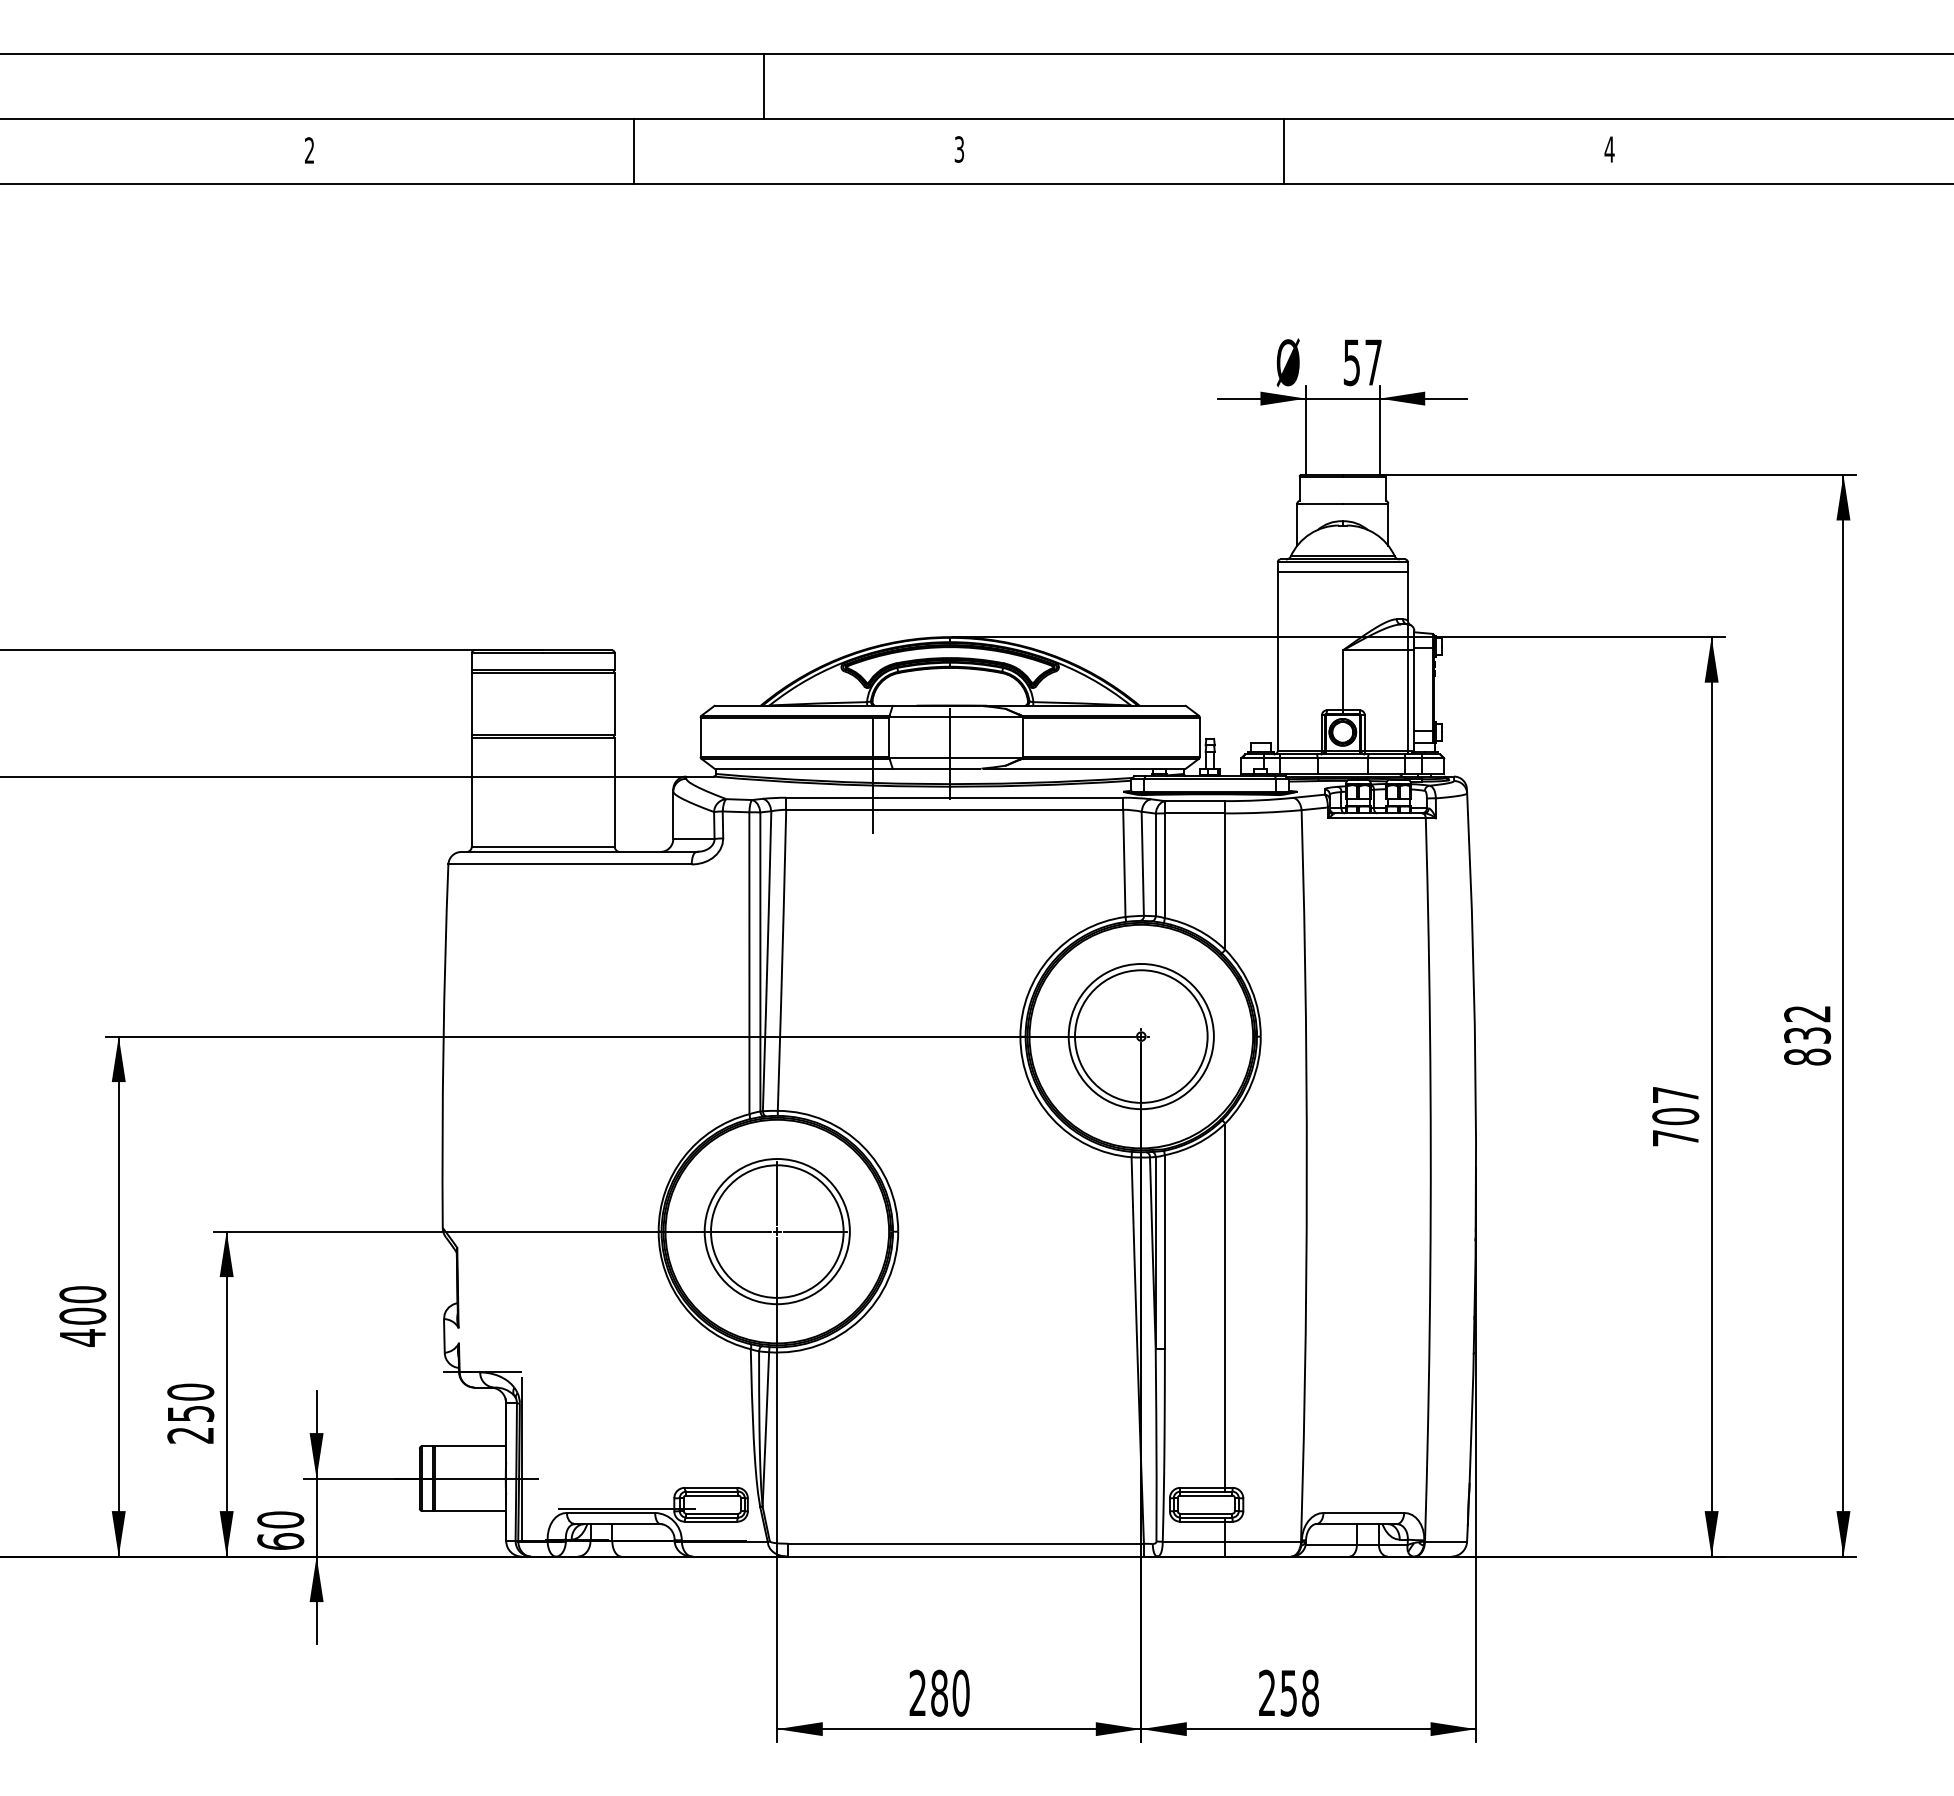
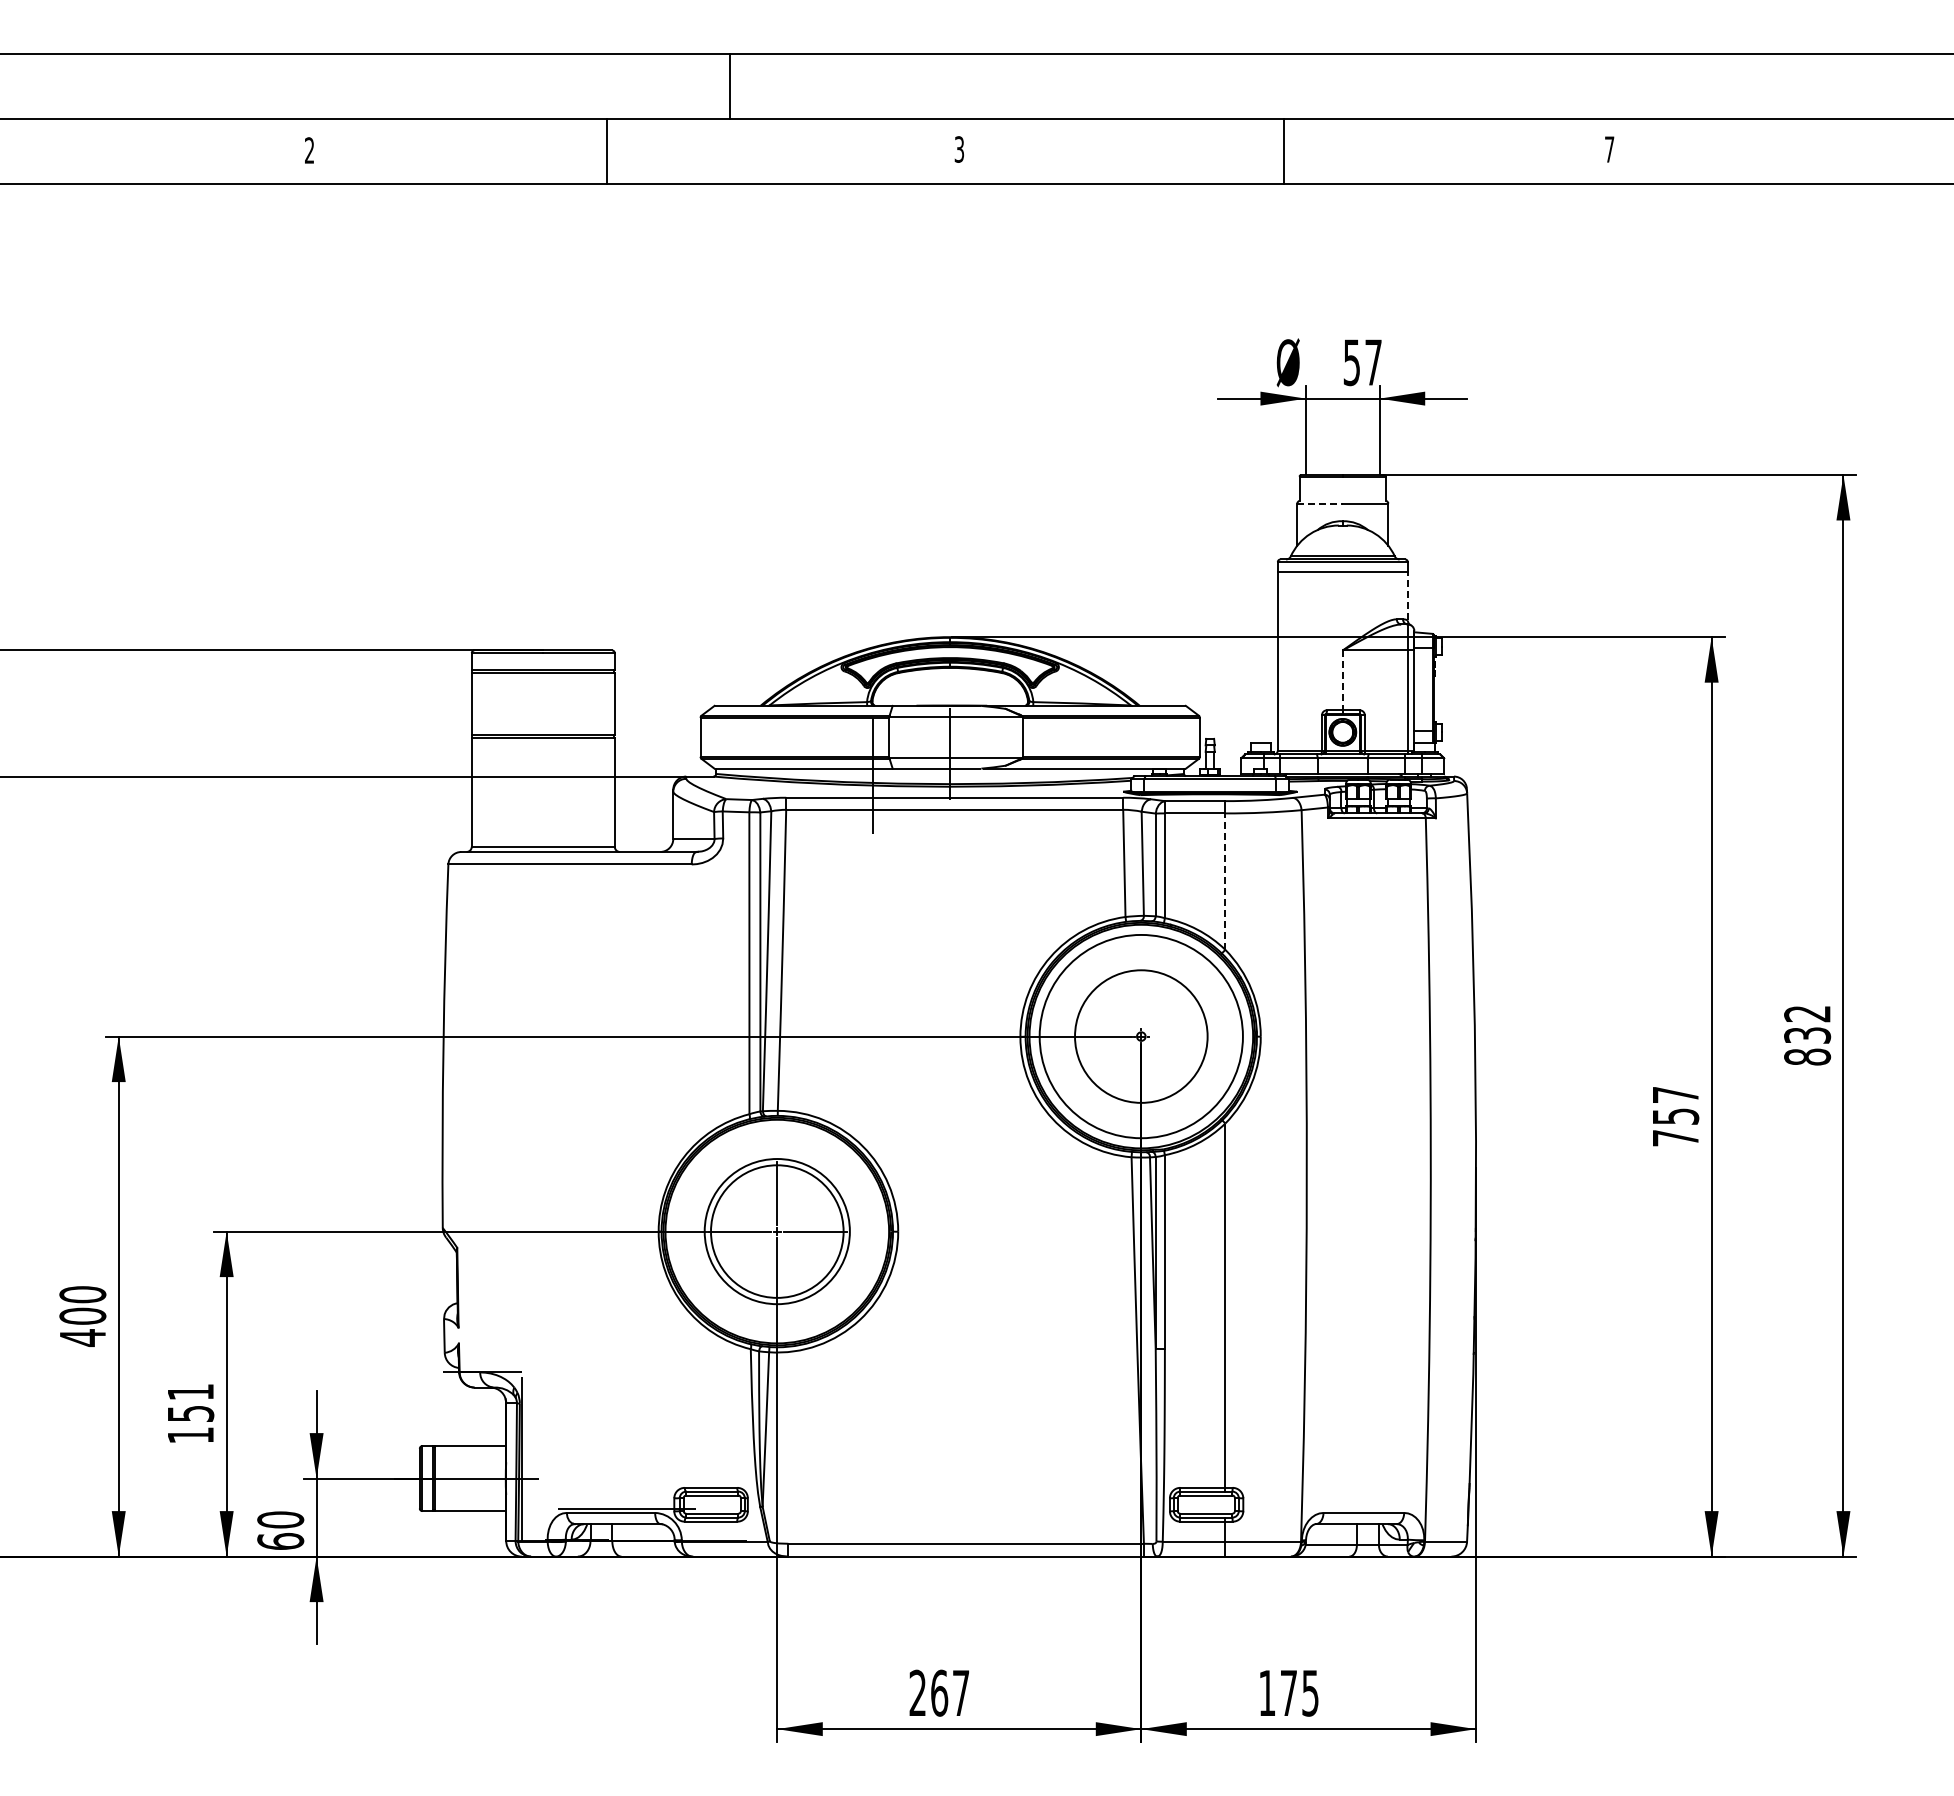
line at (764, 85) position: (764, 85) -> (730, 85)
text at (1609, 149): 4 -> 7
line at (634, 150) position: (634, 150) -> (607, 150)
line at (1320, 503): solid -> dashed
line at (1407, 595): solid -> dashed
line at (1342, 680): solid -> dashed
line at (1225, 881): solid -> dashed
circle at (1140, 1036) diameter: 145 px -> 203 px
text at (1675, 1116): 707 -> 757
text at (190, 1413): 250 -> 151
text at (950, 1692): 280 -> 267
text at (1288, 1692): 258 -> 175
